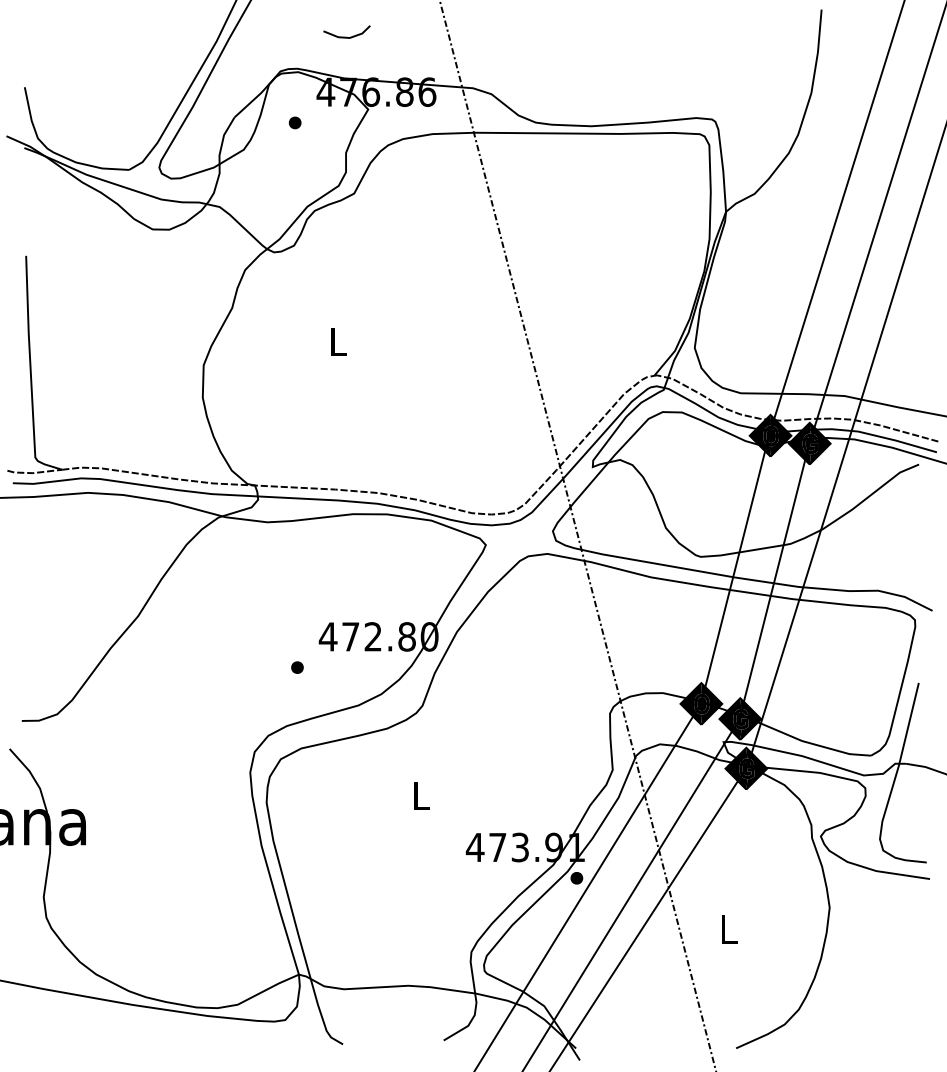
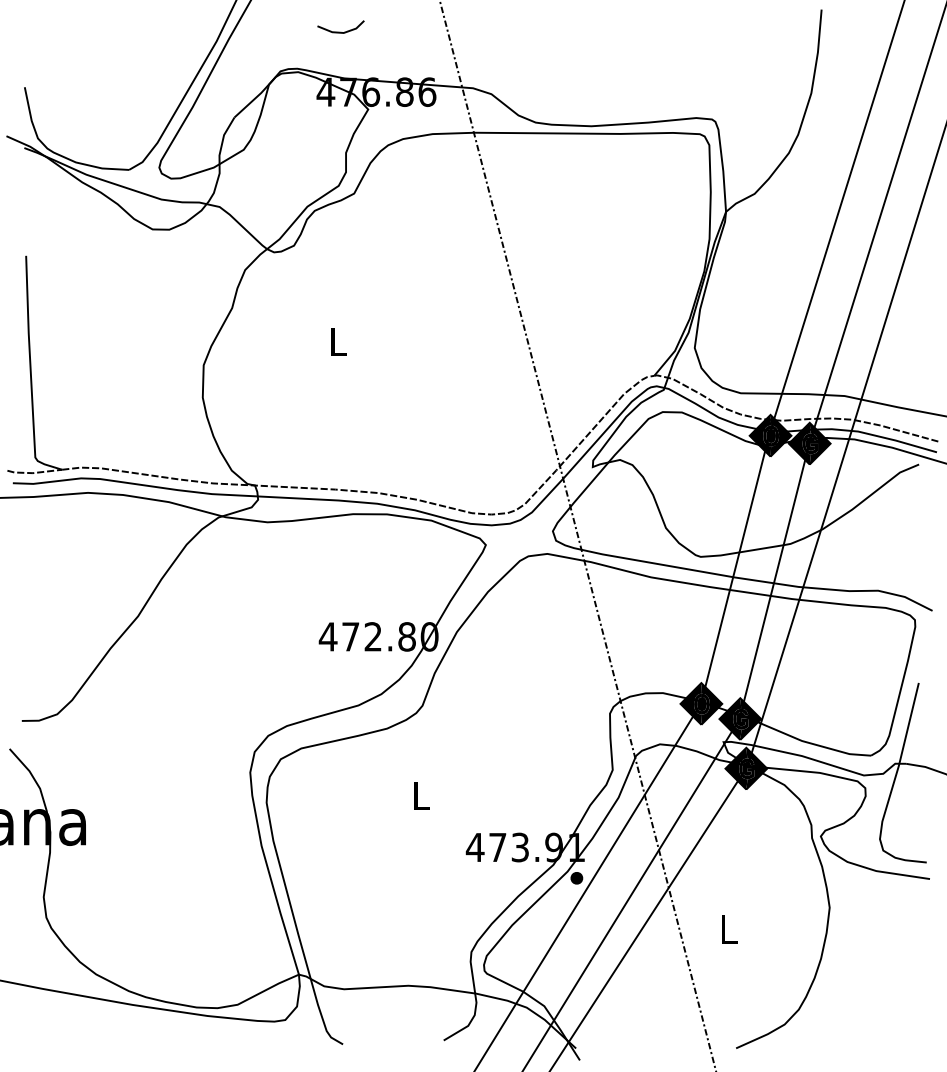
line at (346, 36) position: (346, 36) -> (340, 31)
part at (294, 122): present -> none
part at (297, 667): present -> none
